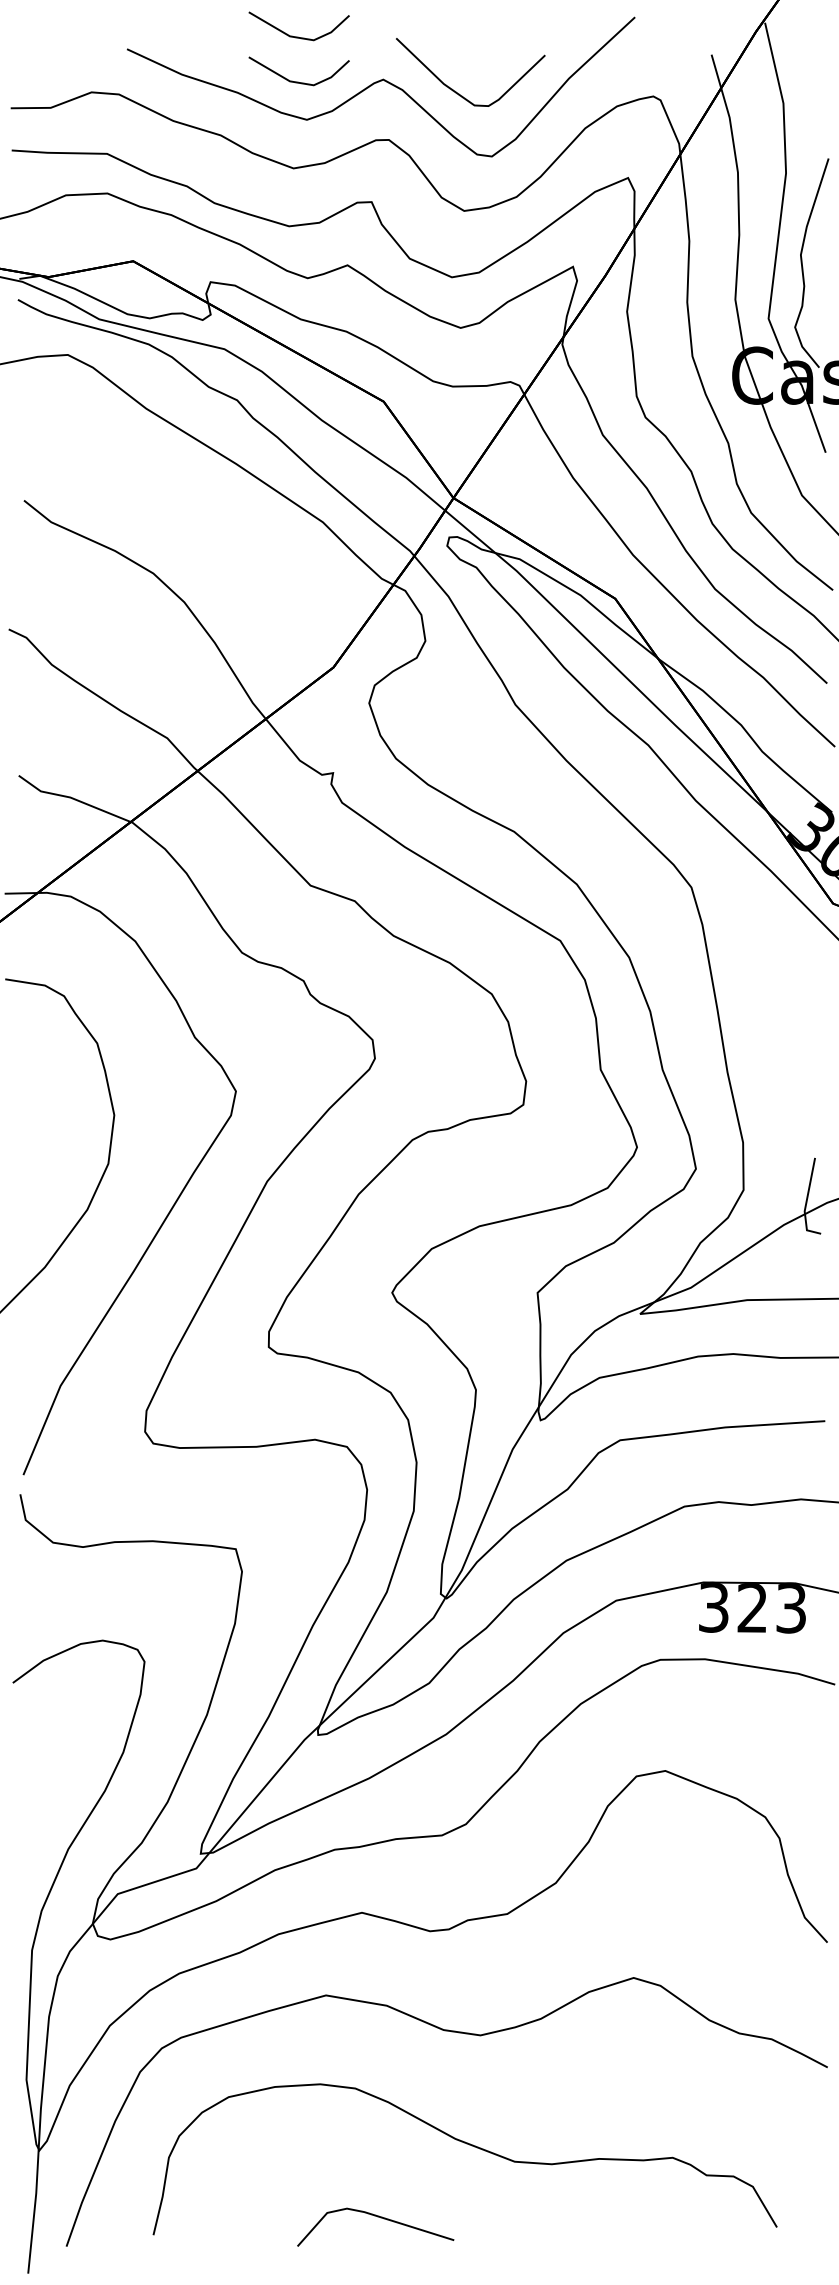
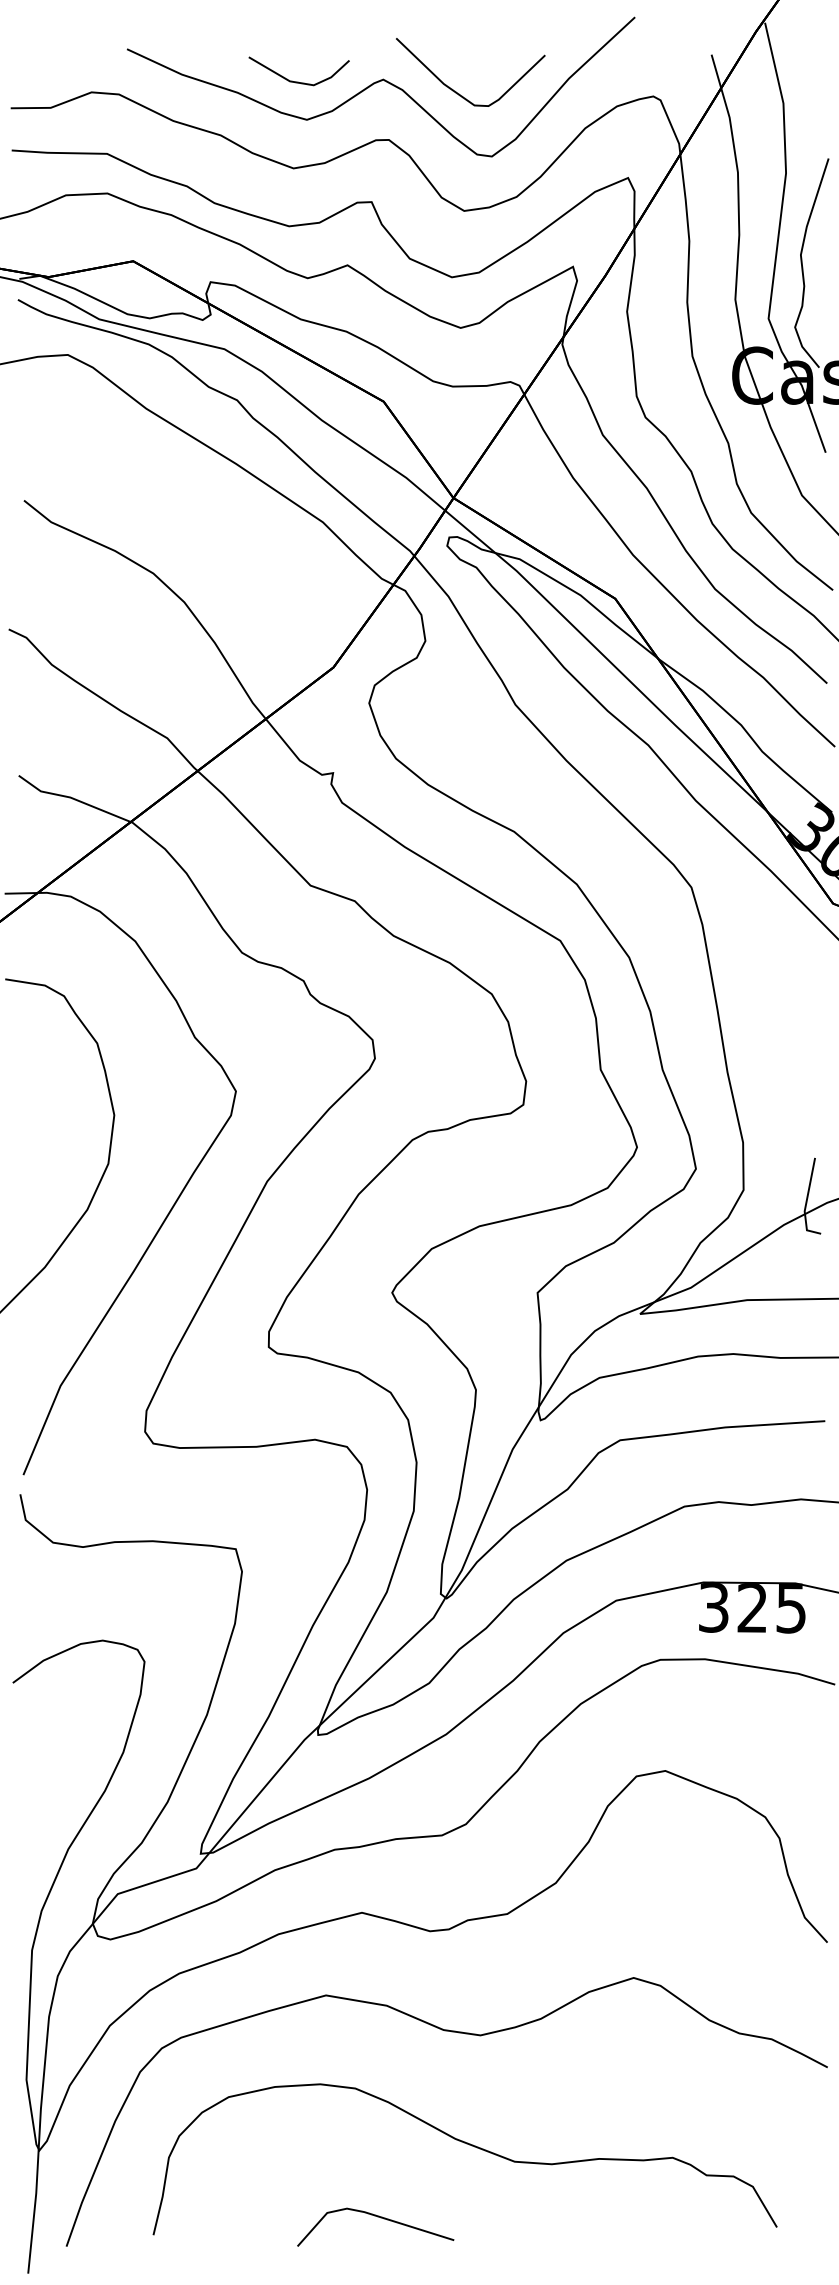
line at (298, 36): present -> none
text at (791, 1607): 323 -> 325
